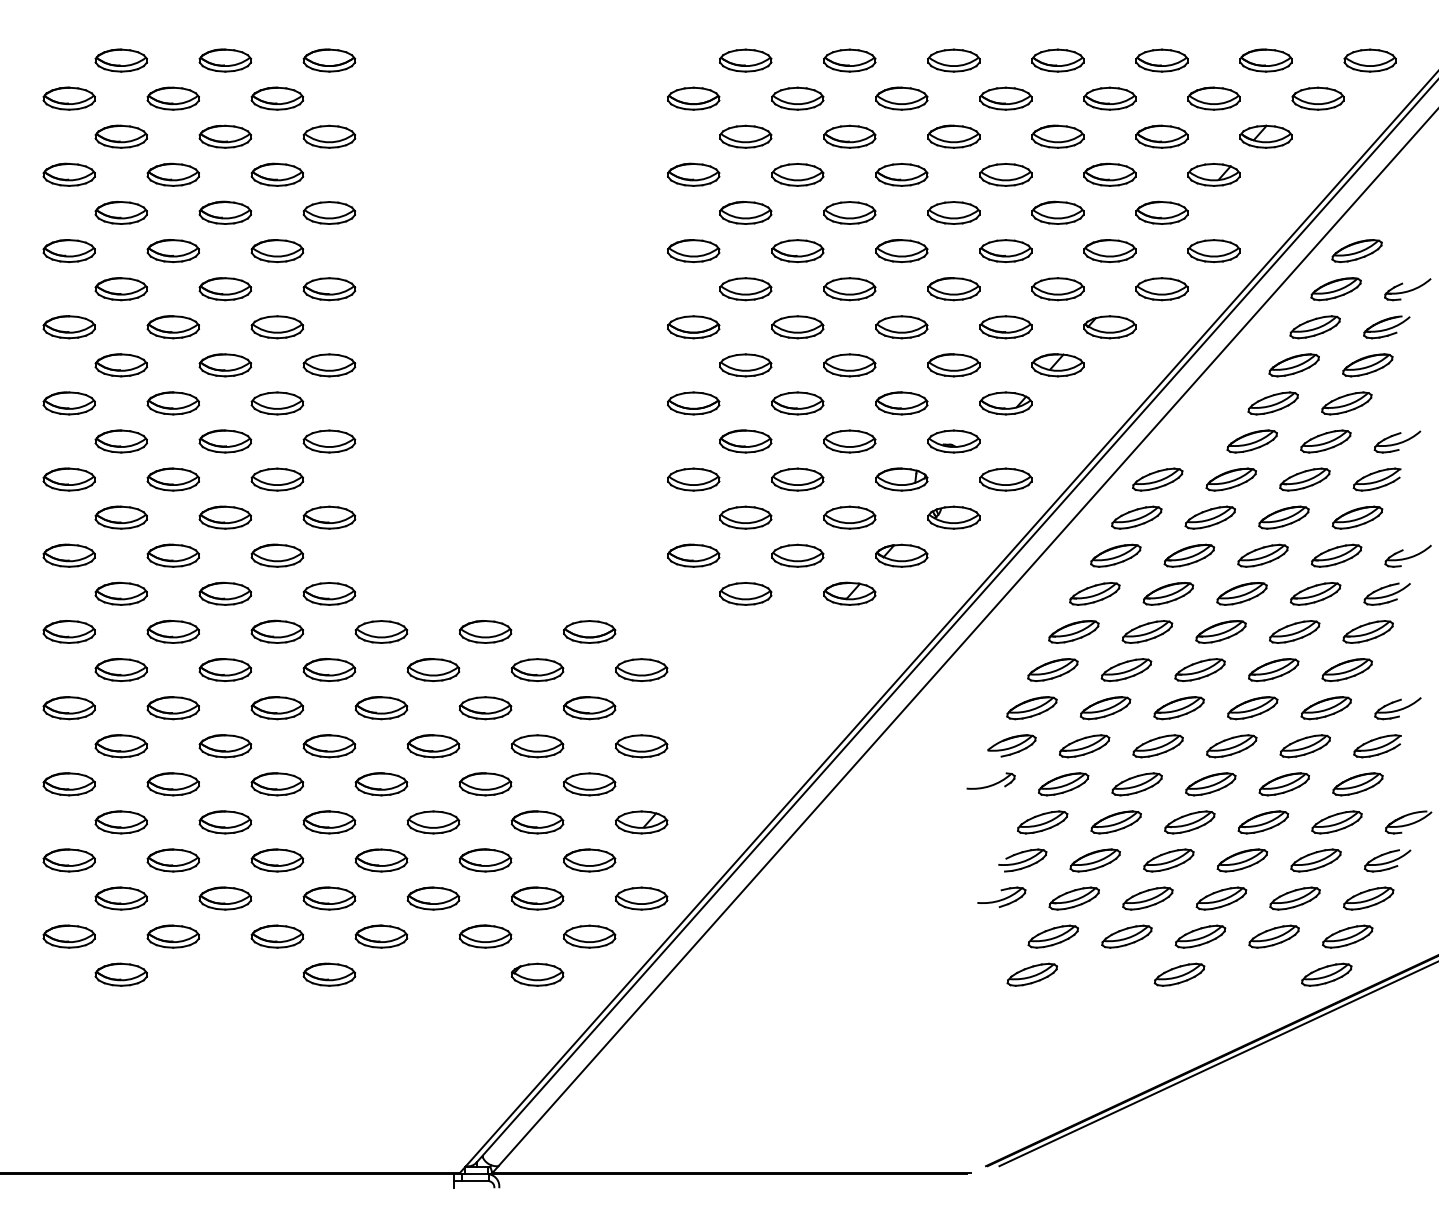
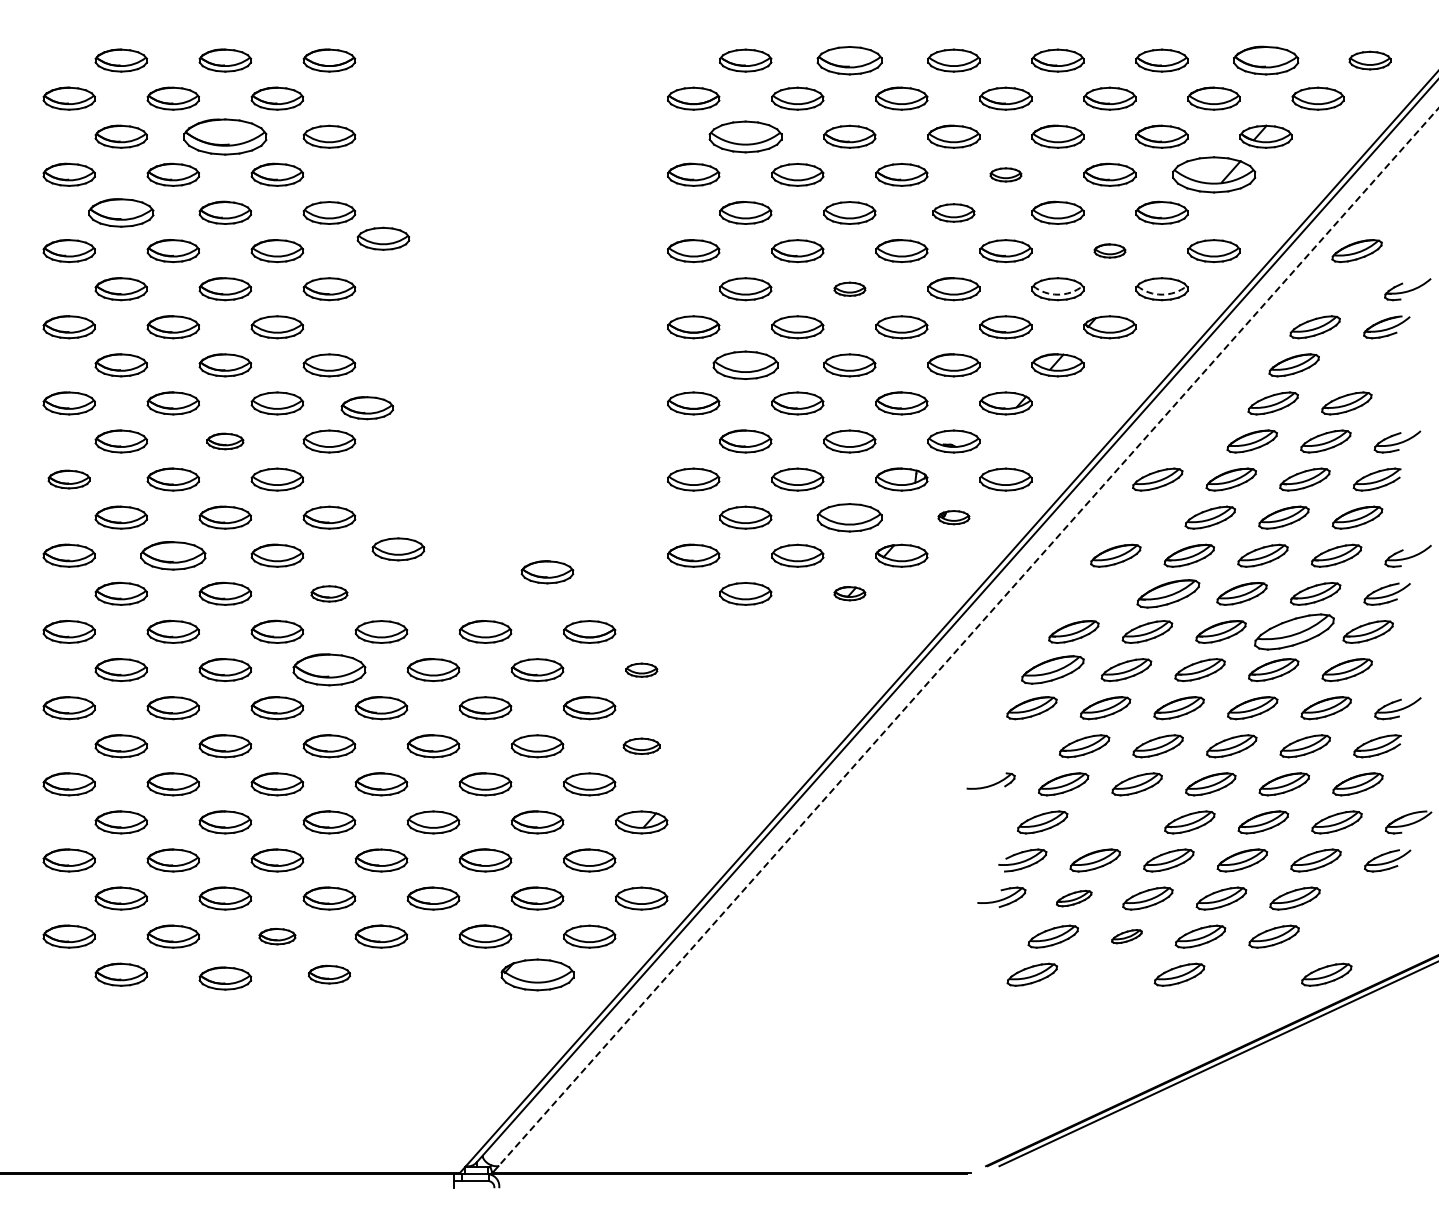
part at (849, 60) size: 54x25 px -> 67x30 px
part at (1265, 60) size: 54x25 px -> 67x31 px
part at (1369, 60) size: 54x25 px -> 44x21 px
part at (225, 136) size: 55x25 px -> 85x38 px
part at (745, 136) size: 54x25 px -> 75x34 px
part at (1005, 174) size: 54x24 px -> 34x16 px
part at (1213, 174) size: 54x24 px -> 85x38 px
part at (120, 212) size: 54x24 px -> 67x30 px
part at (953, 212) size: 54x24 px -> 44x20 px
part at (383, 238): none -> present
part at (1109, 250) size: 54x24 px -> 34x16 px
part at (849, 289) size: 54x25 px -> 34x16 px
part at (1335, 289): present -> none
arc at (1057, 294): solid -> dashed
arc at (1162, 294): solid -> dashed
part at (745, 365) size: 54x25 px -> 67x30 px
part at (1367, 365): present -> none
part at (367, 408): none -> present
part at (225, 441) size: 55x25 px -> 39x19 px
part at (68, 479) size: 54x25 px -> 44x21 px
part at (849, 517) size: 54x25 px -> 67x30 px
part at (953, 517) size: 54x25 px -> 34x16 px
part at (1136, 517): present -> none
part at (398, 549): none -> present
part at (172, 555) size: 54x25 px -> 67x30 px
part at (547, 572): none -> present
part at (329, 593) size: 55x24 px -> 39x18 px
part at (849, 593) size: 54x25 px -> 34x16 px
part at (1094, 593): present -> none
part at (1168, 593) size: 53x24 px -> 65x30 px
part at (1294, 631) size: 52x24 px -> 81x38 px
line at (968, 637): solid -> dashed
part at (329, 670) size: 55x25 px -> 75x34 px
part at (641, 670) size: 54x25 px -> 34x16 px
part at (1052, 670) size: 52x25 px -> 64x30 px
part at (1011, 745): present -> none
part at (641, 746) size: 54x25 px -> 39x18 px
part at (1115, 822): present -> none
part at (1073, 898) size: 52x25 px -> 37x19 px
part at (1368, 898): present -> none
part at (277, 936) size: 55x25 px -> 39x18 px
part at (1126, 936) size: 52x25 px -> 32x16 px
part at (1347, 936): present -> none
part at (329, 974) size: 55x25 px -> 44x21 px
part at (537, 974) size: 55x25 px -> 75x34 px
part at (225, 978): none -> present
